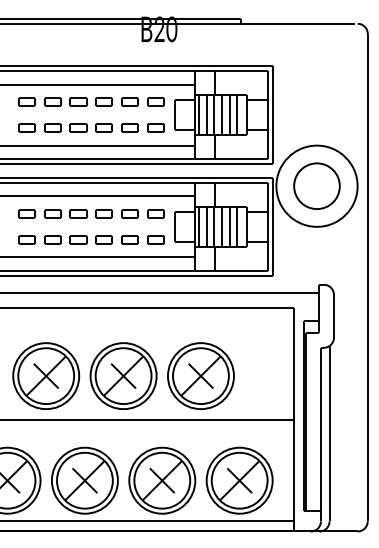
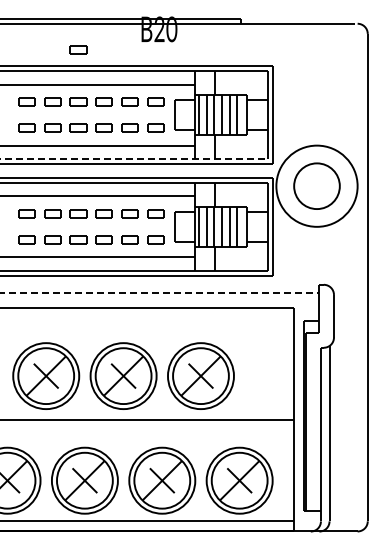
part at (78, 49): none -> present
line at (134, 158): solid -> dashed
line at (159, 292): solid -> dashed
